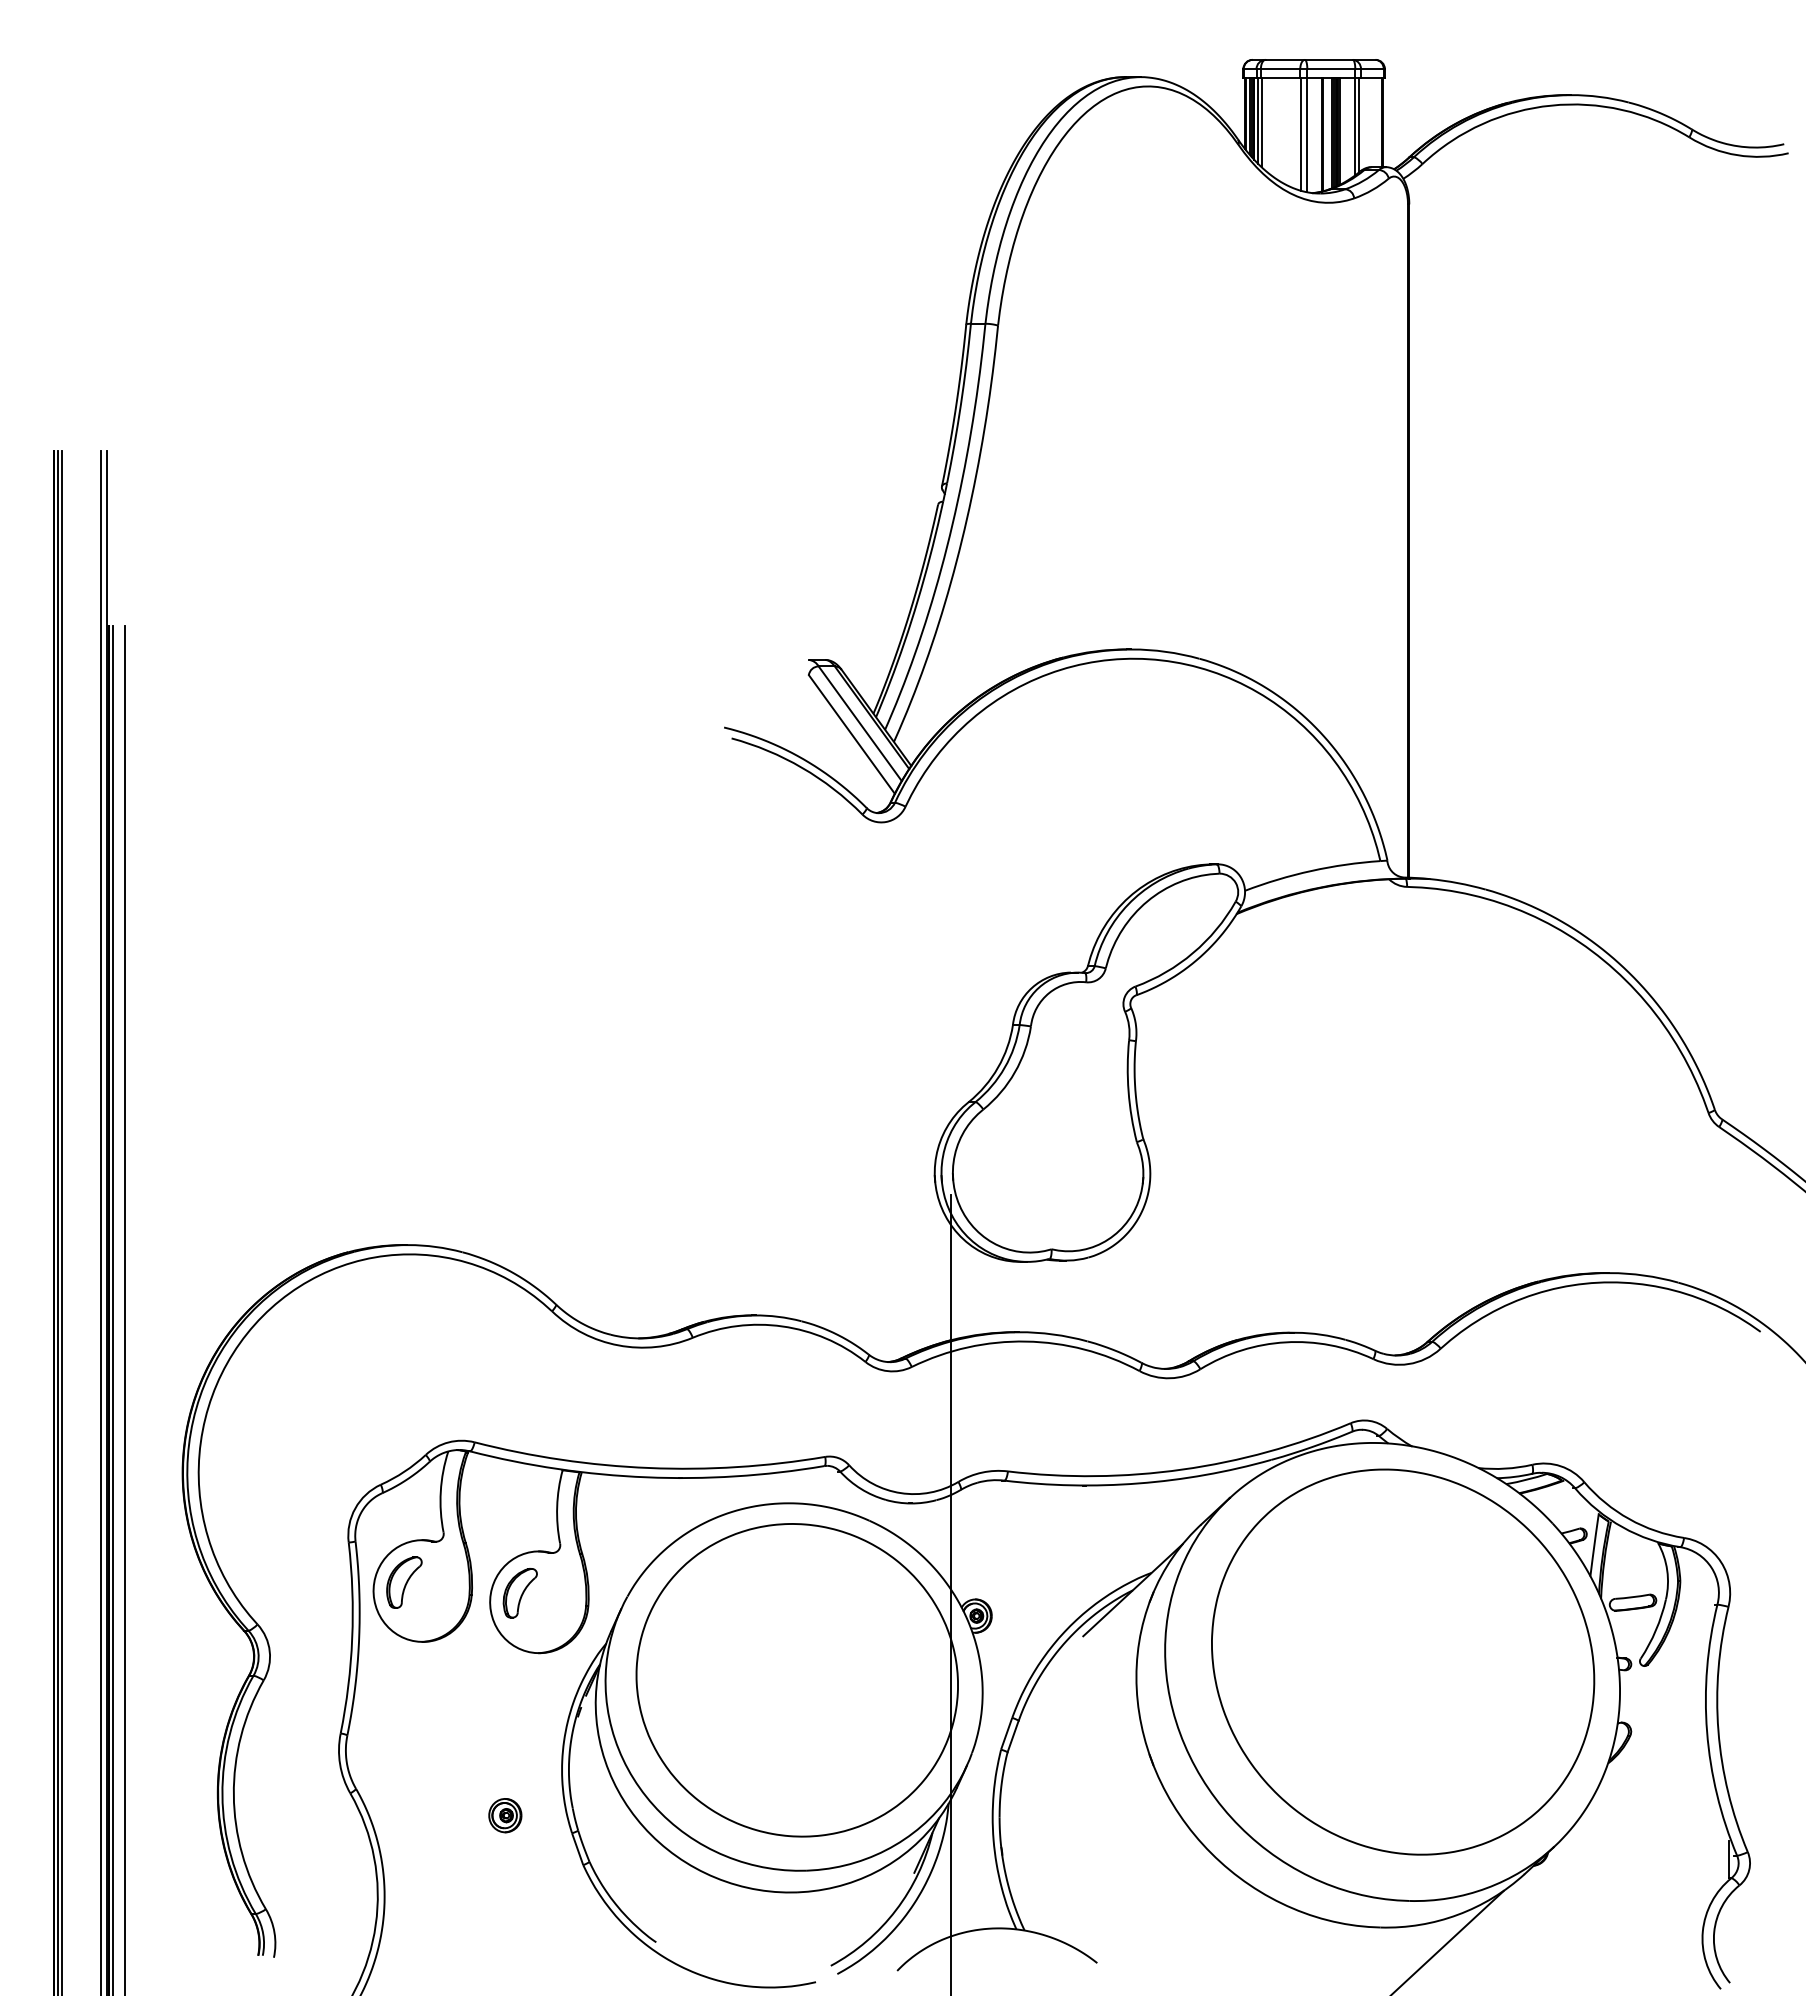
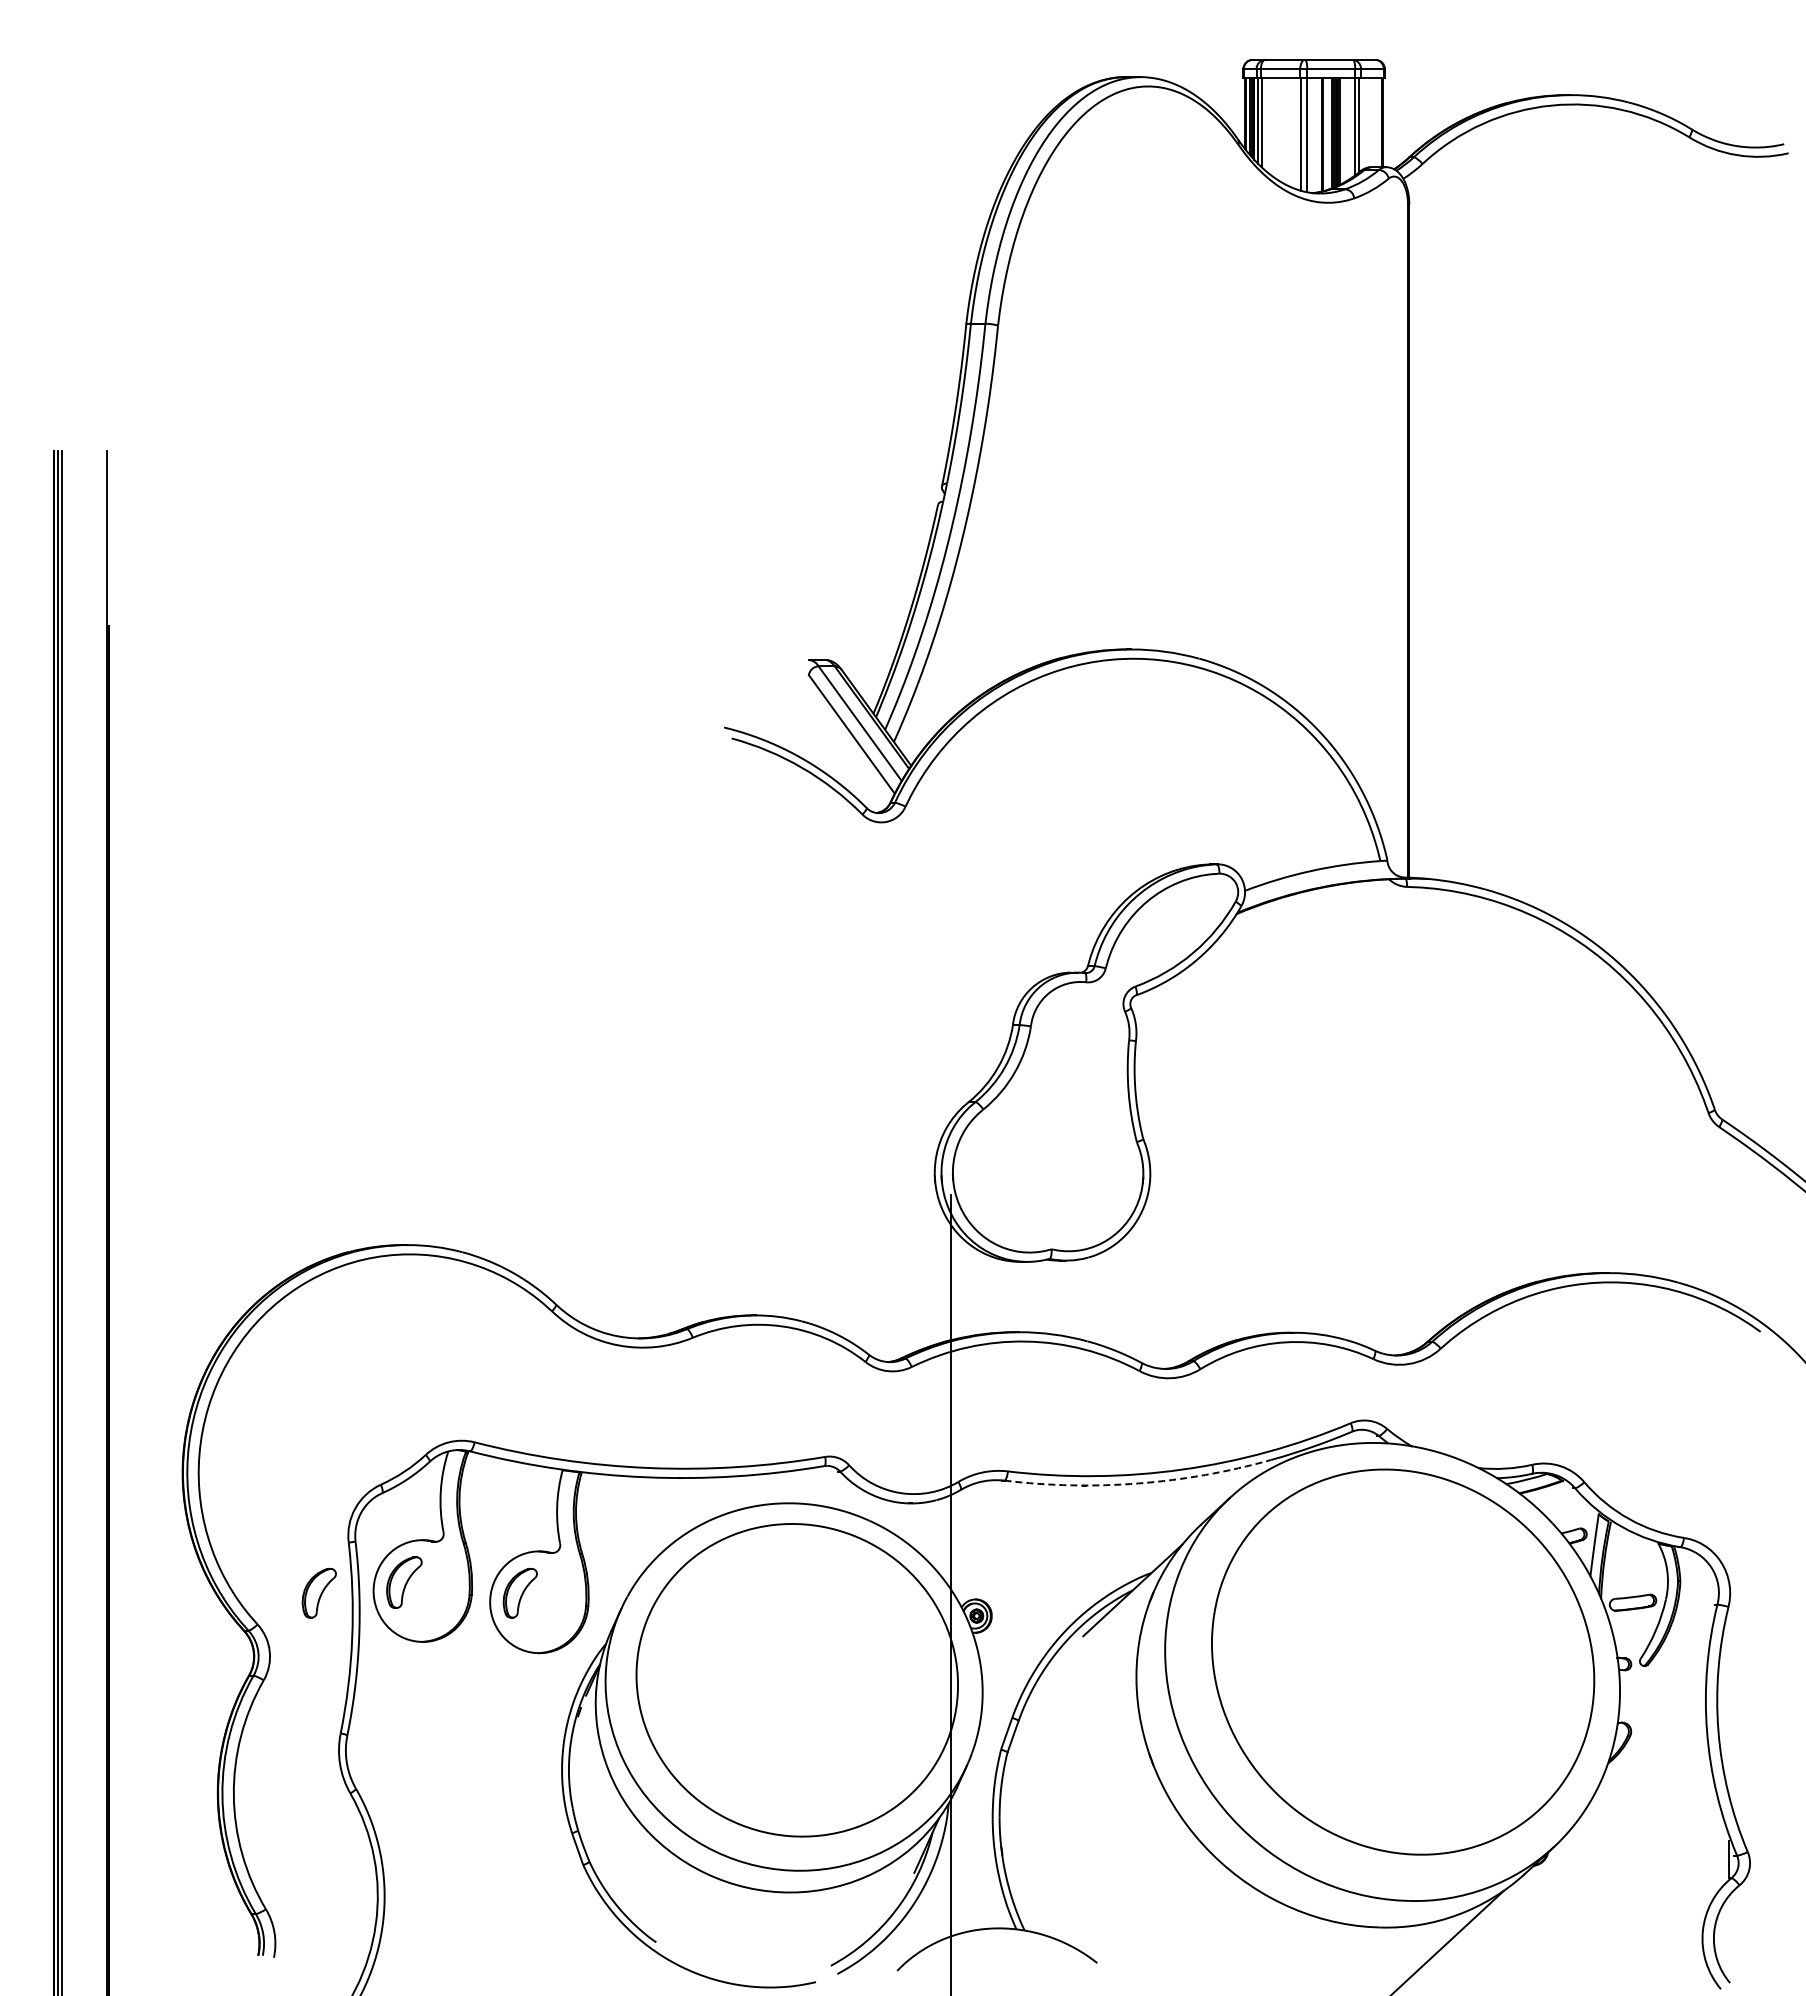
line at (101, 1221): present -> none
line at (113, 1309): present -> none
line at (124, 1309): present -> none
arc at (1138, 1483): solid -> dashed
part at (318, 1593): none -> present
part at (505, 1815): present -> none
